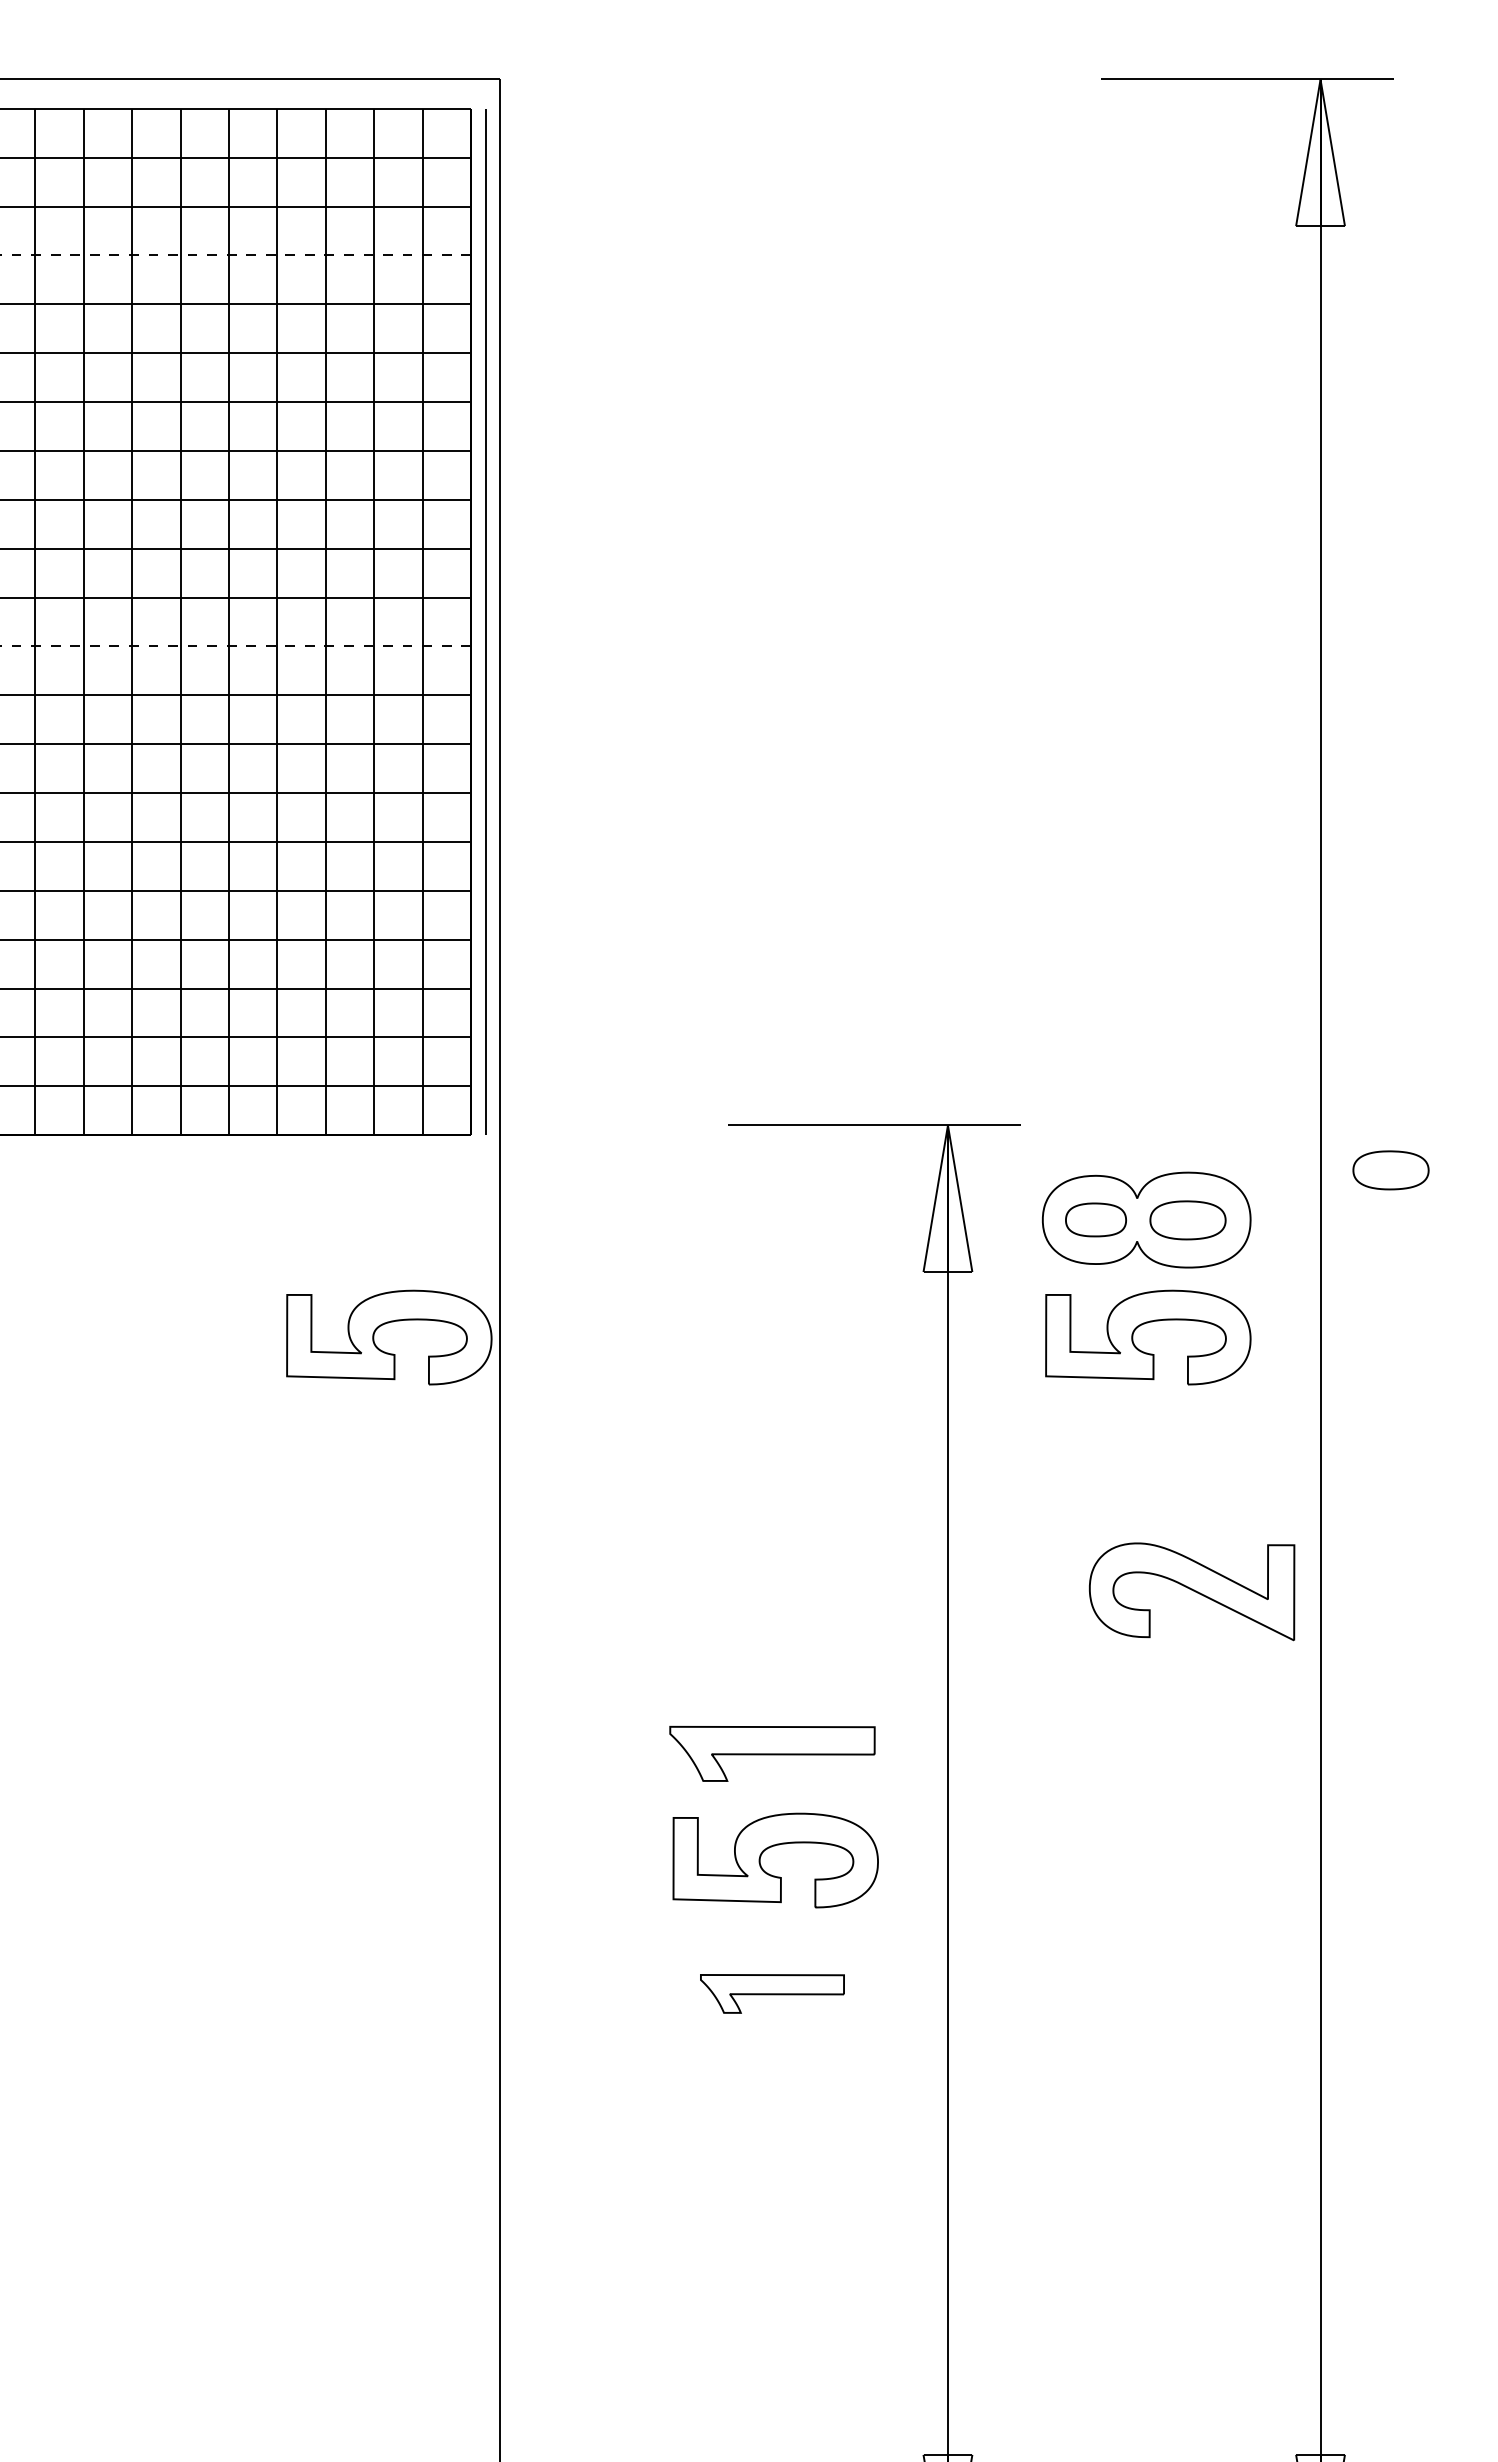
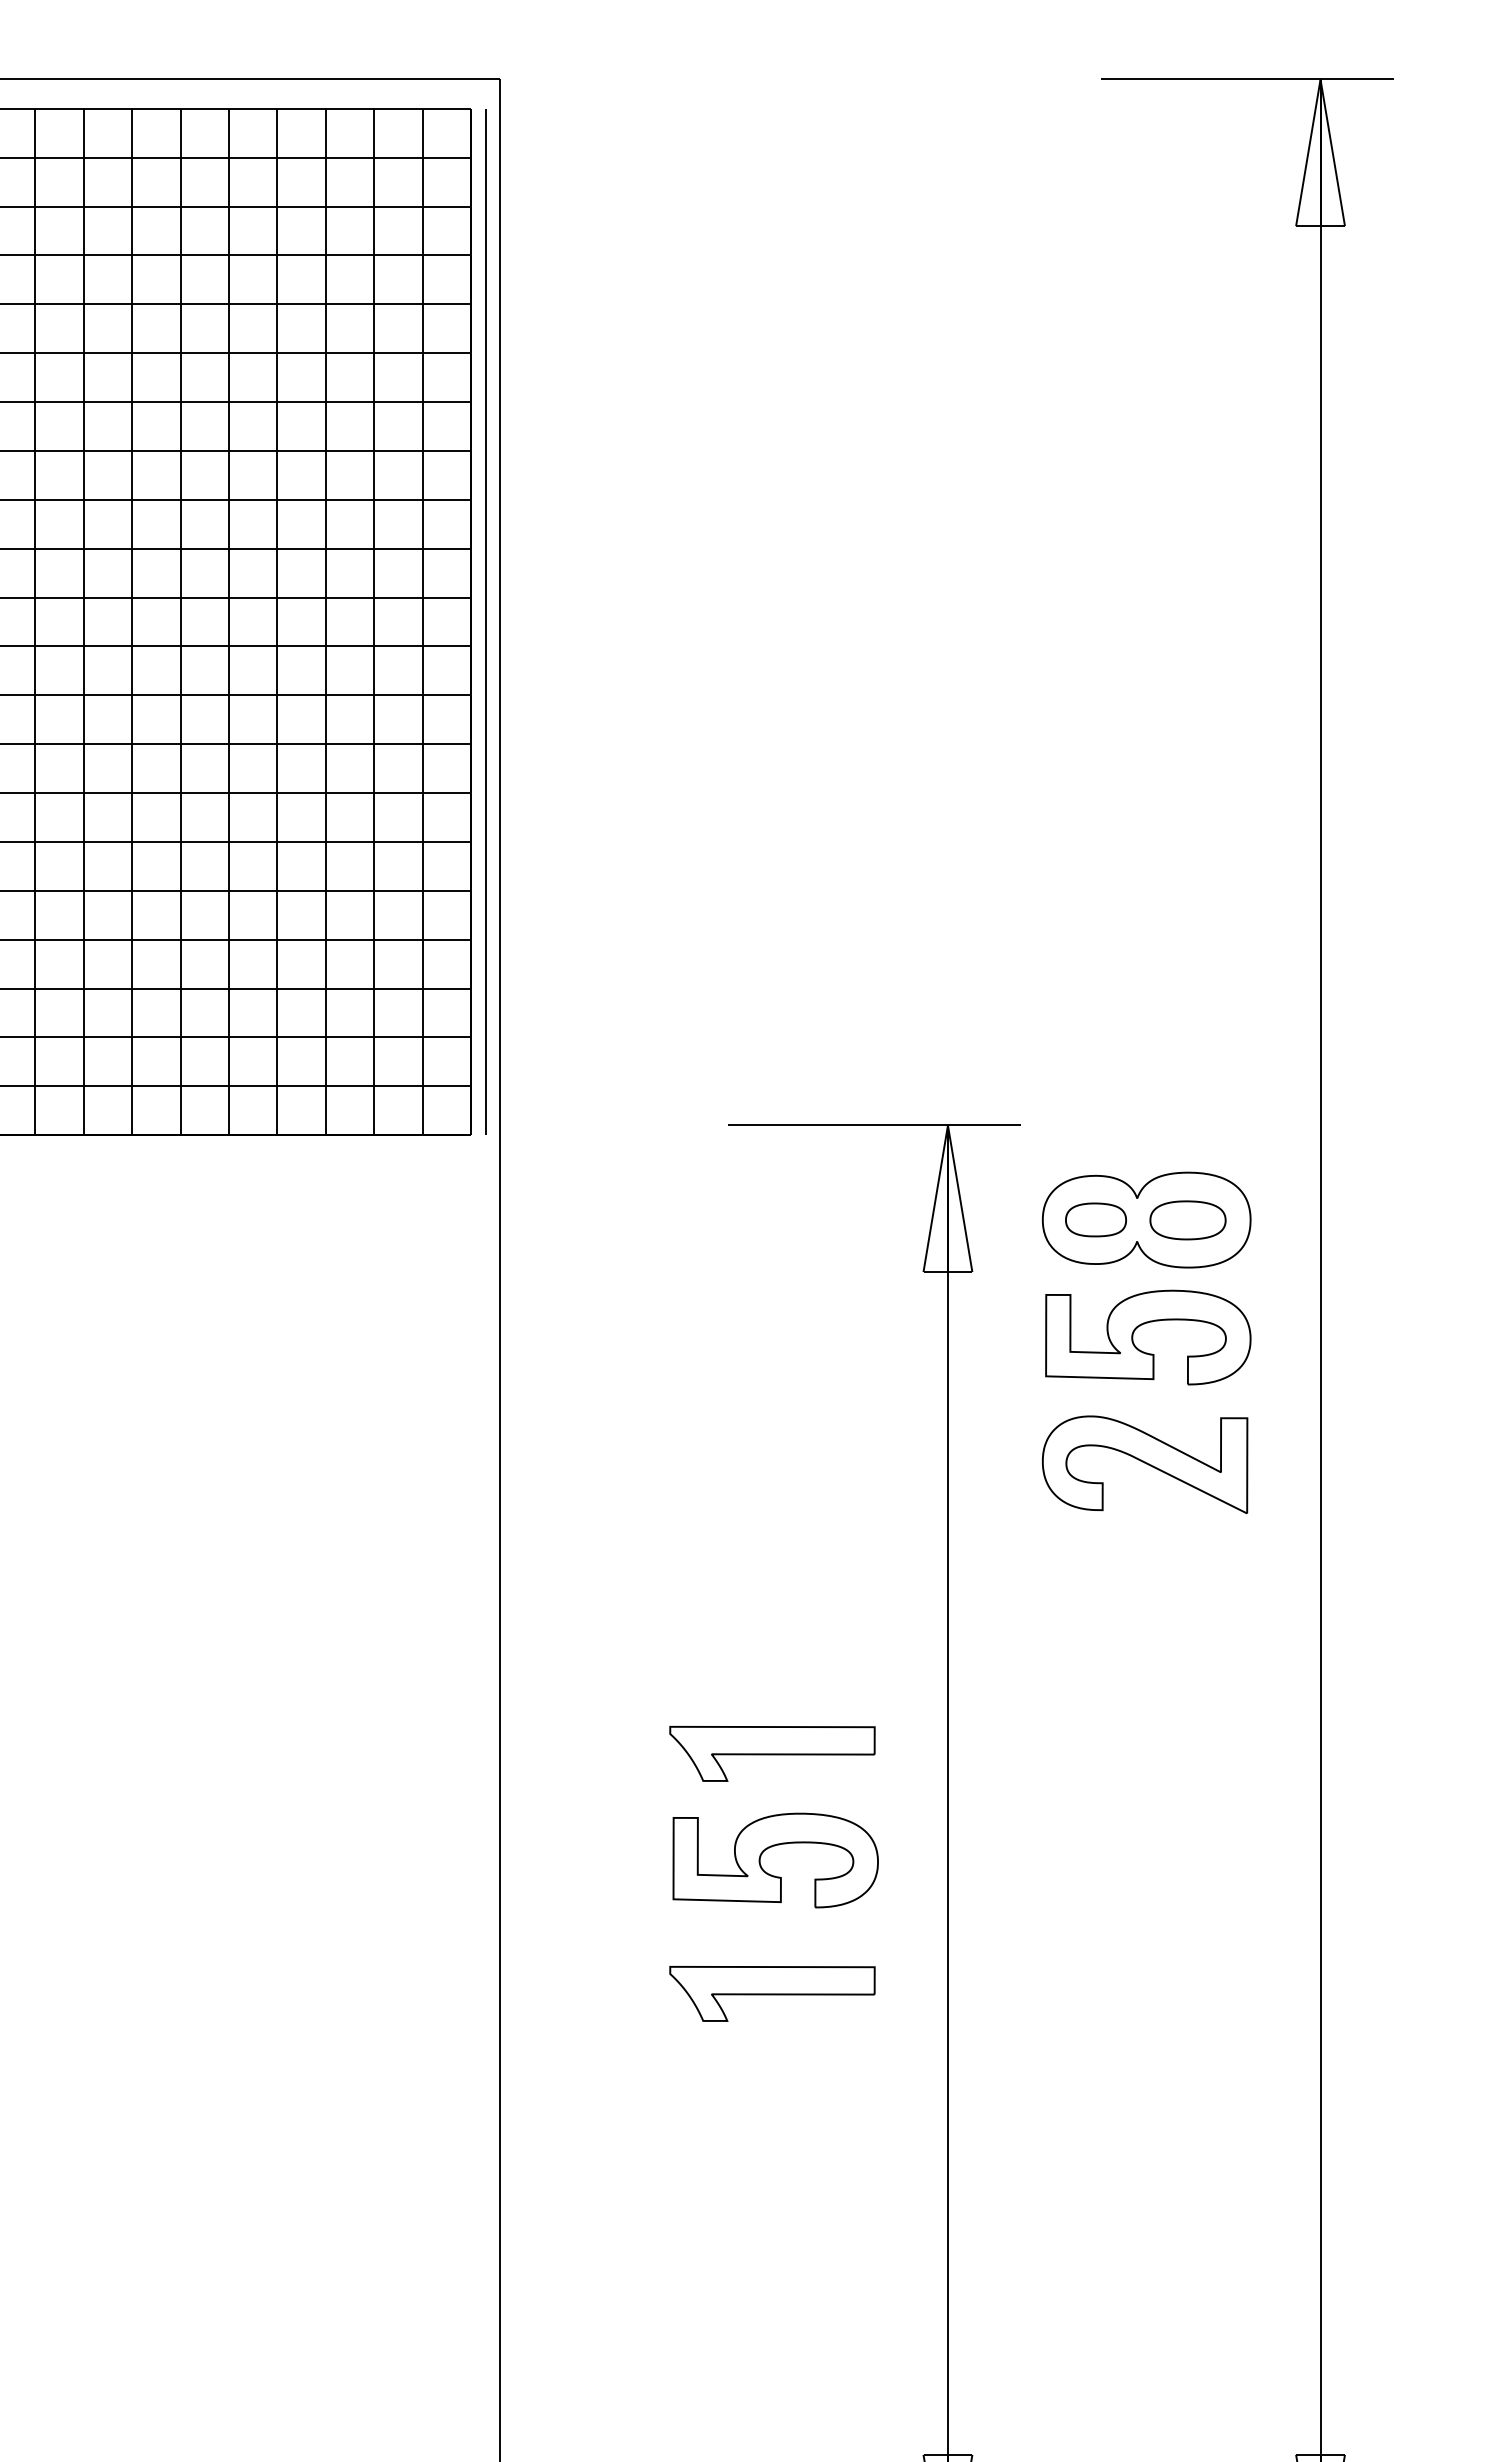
line at (235, 255): dashed -> solid
line at (235, 646): dashed -> solid
part at (1390, 1170): present -> none
part at (383, 1325): present -> none
part at (1192, 1591) position: (1192, 1591) -> (1145, 1464)
part at (772, 1993) size: 145x40 px -> 207x56 px
